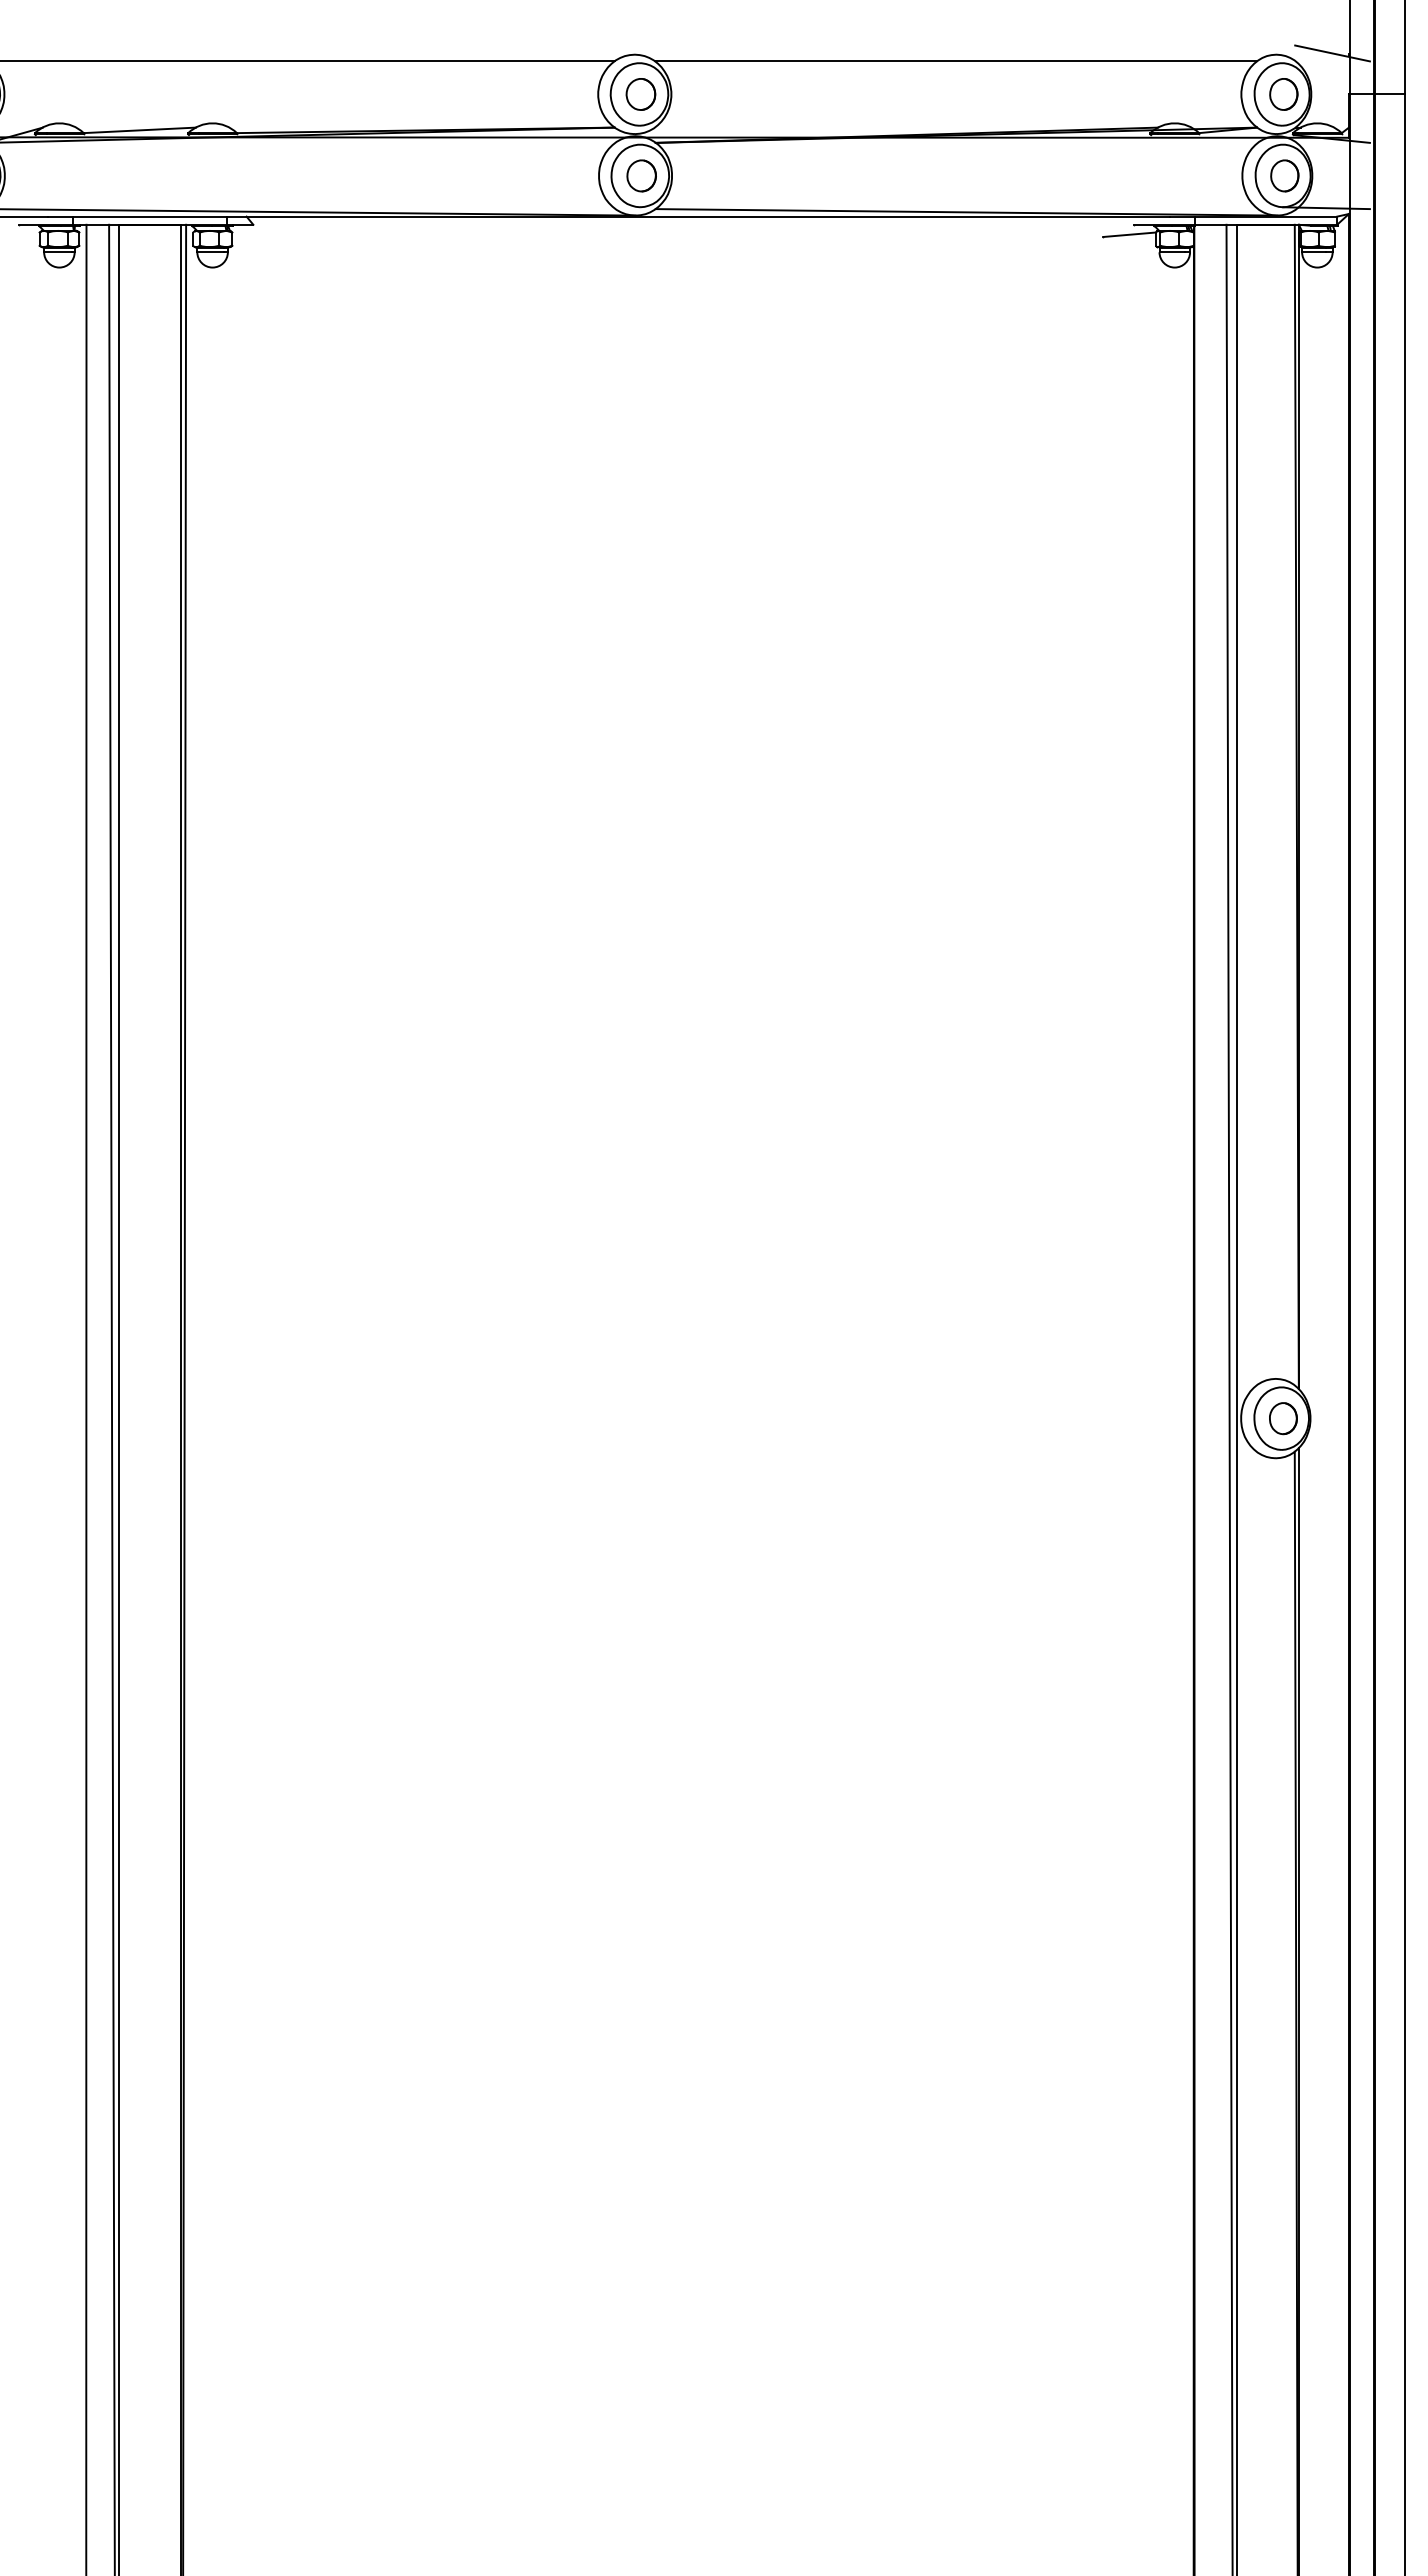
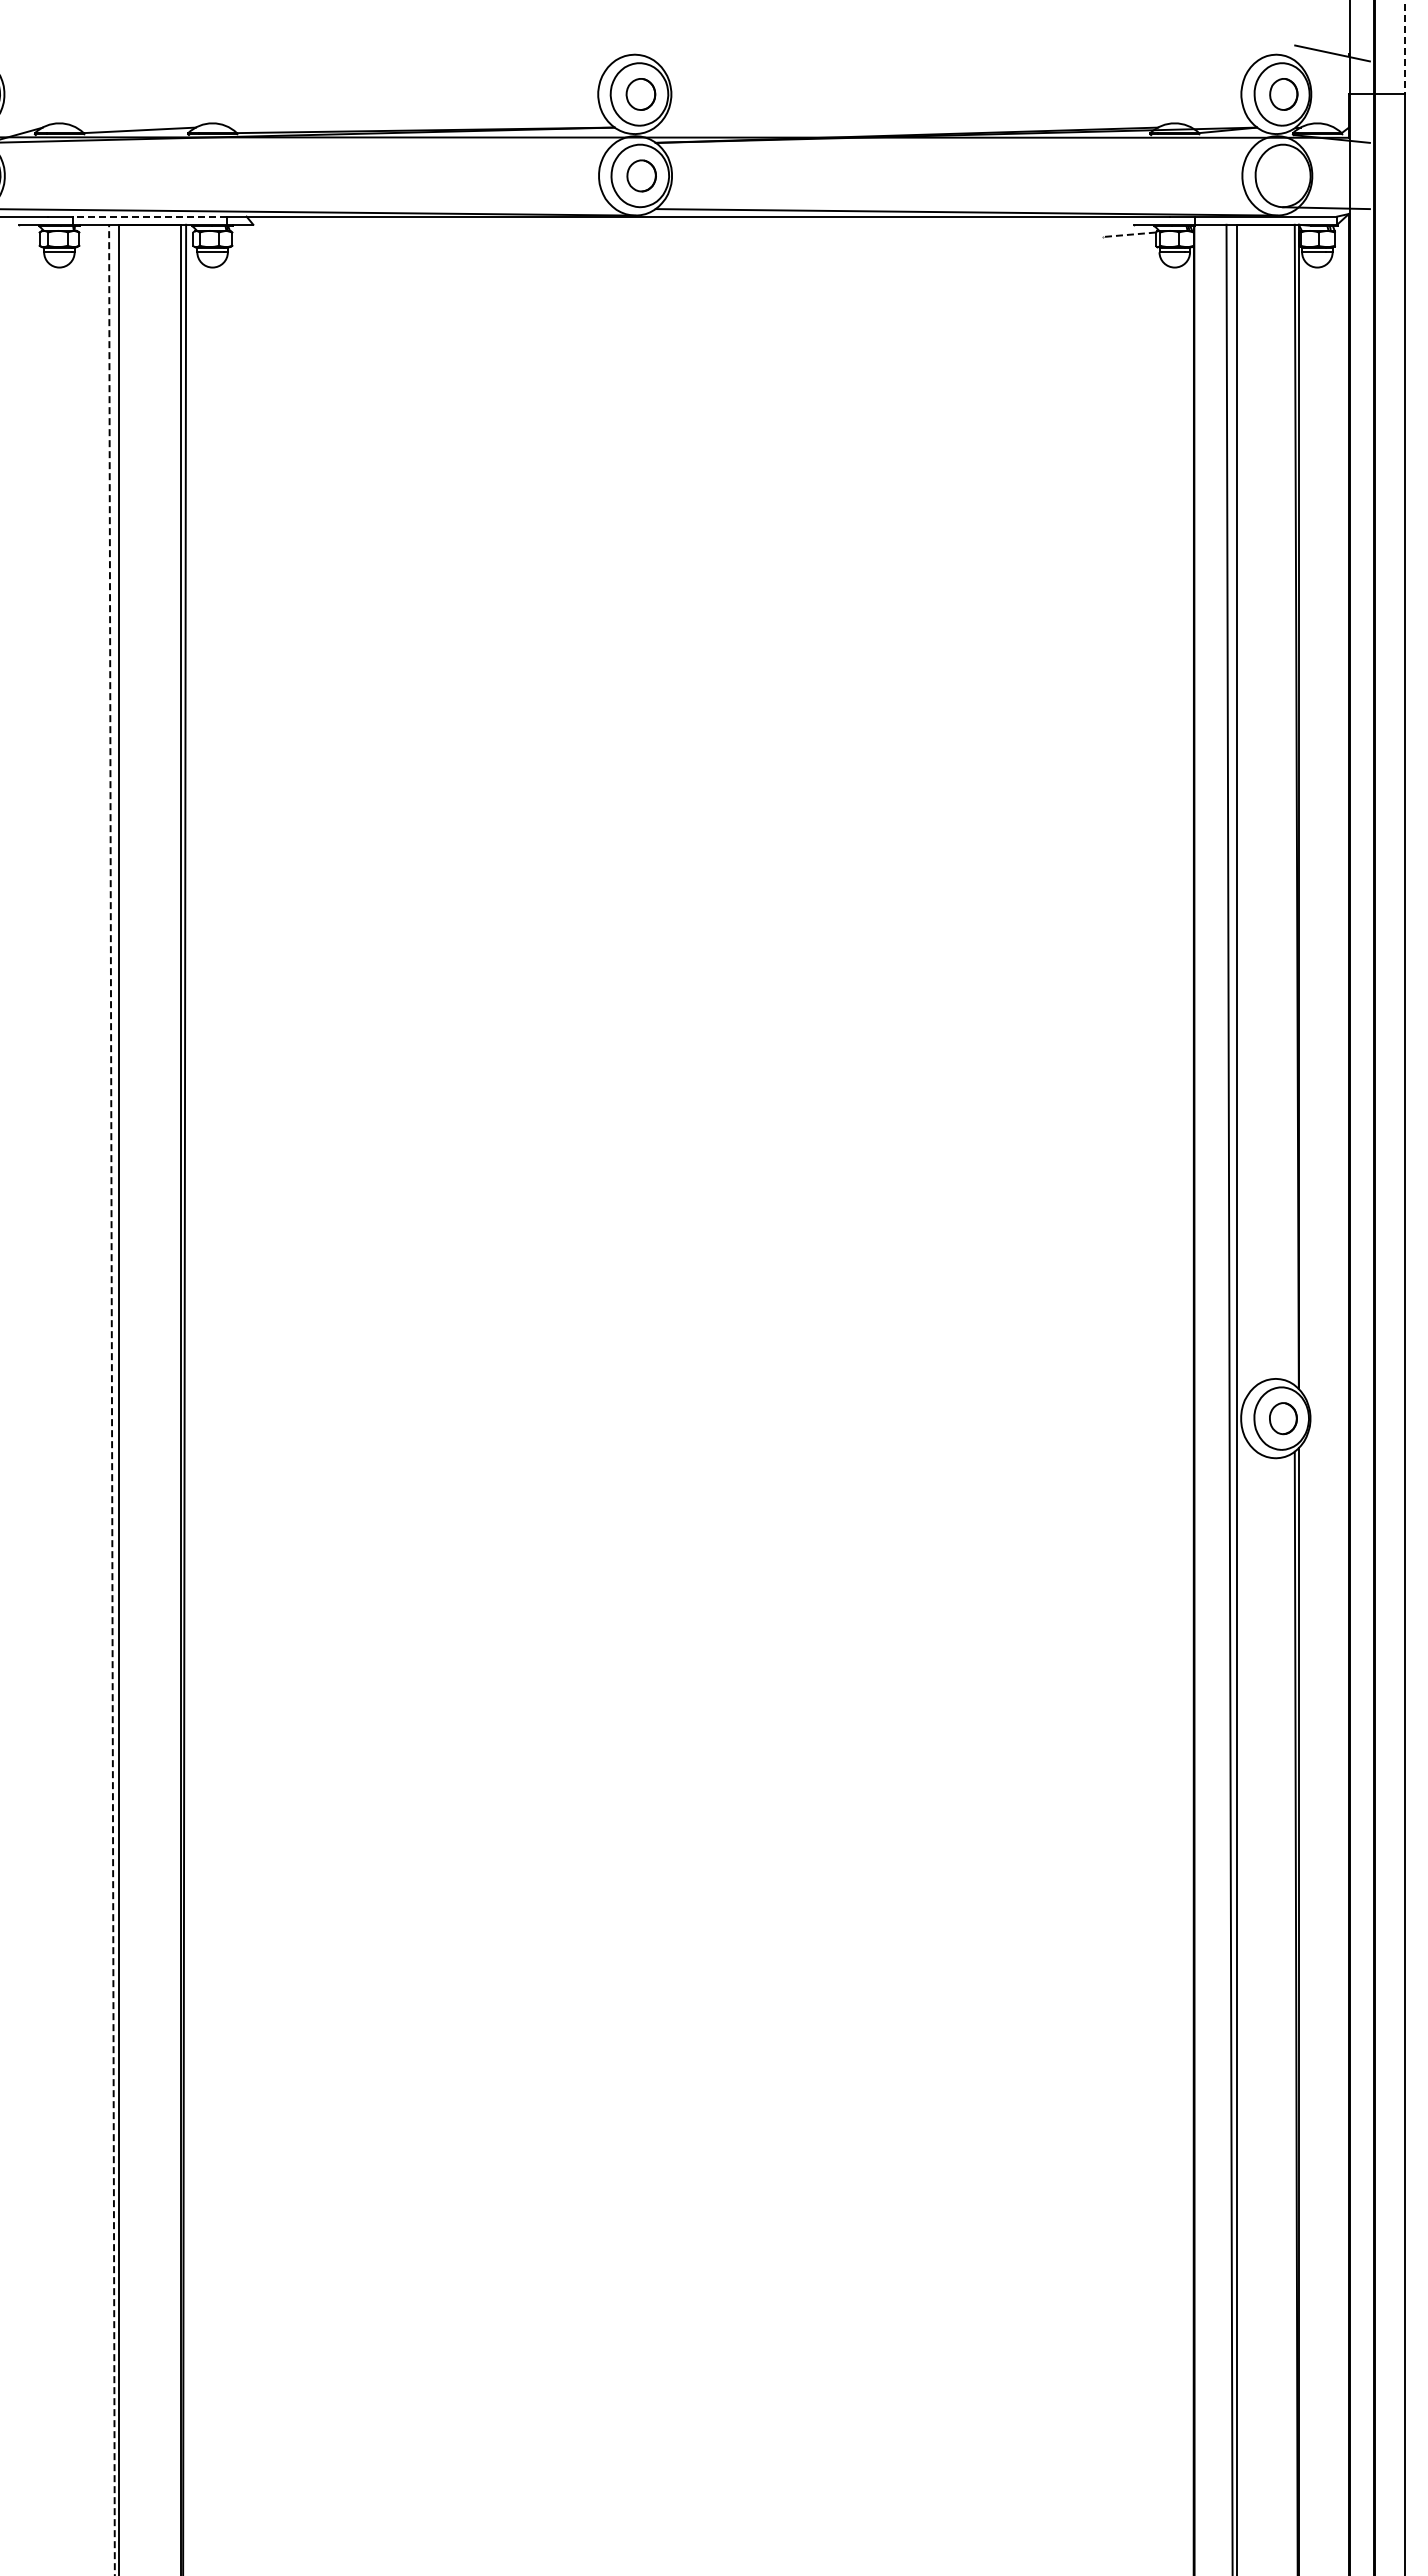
line at (1405, 47): solid -> dashed
line at (308, 61): present -> none
line at (956, 61): present -> none
part at (1284, 175): present -> none
line at (150, 216): solid -> dashed
line at (1128, 234): solid -> dashed
line at (86, 1398): present -> none
line at (111, 1399): solid -> dashed
